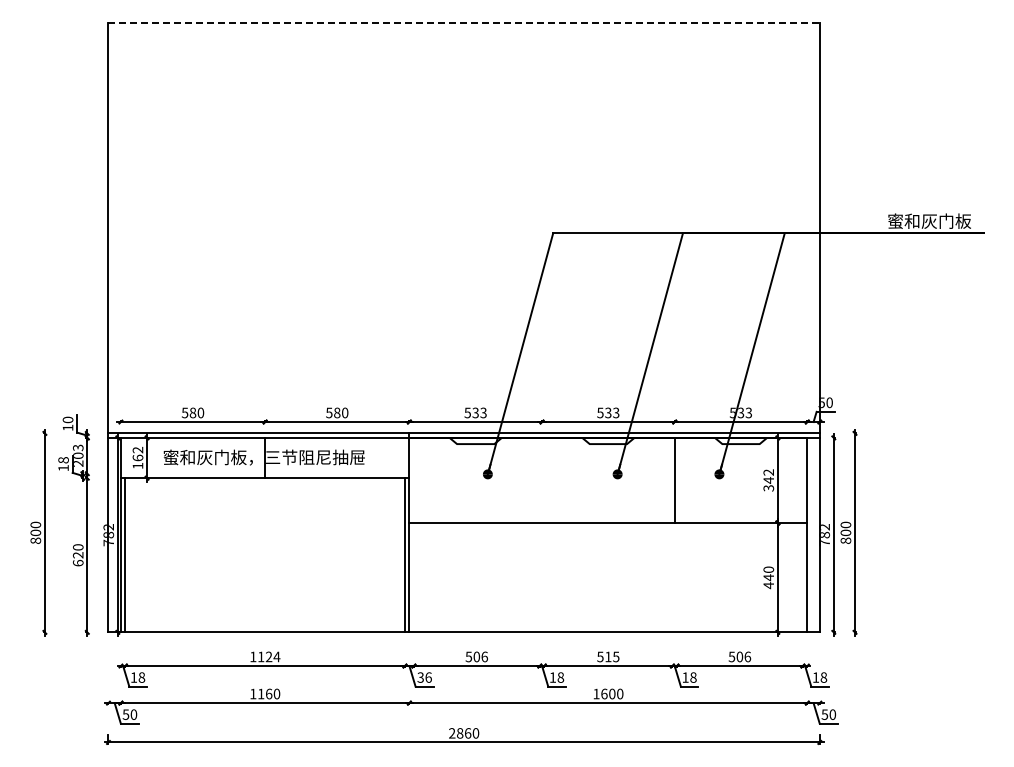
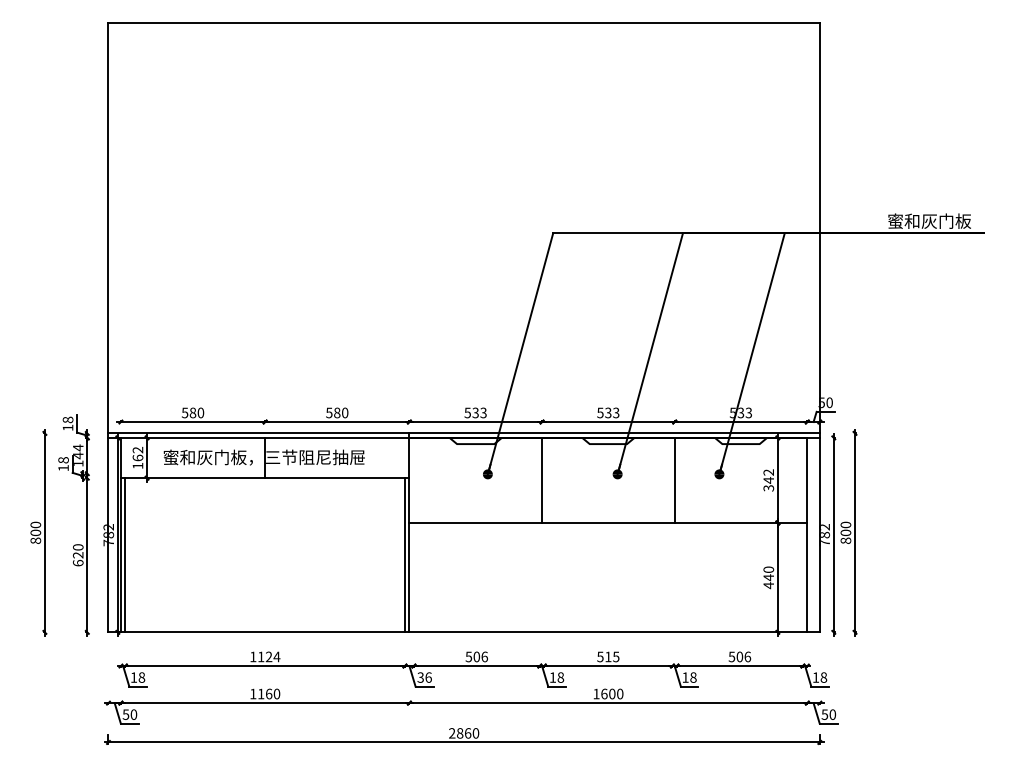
line at (464, 23): dashed -> solid
text at (68, 419): 10 -> 18
text at (77, 455): 203 -> 144
line at (542, 479): none -> present
